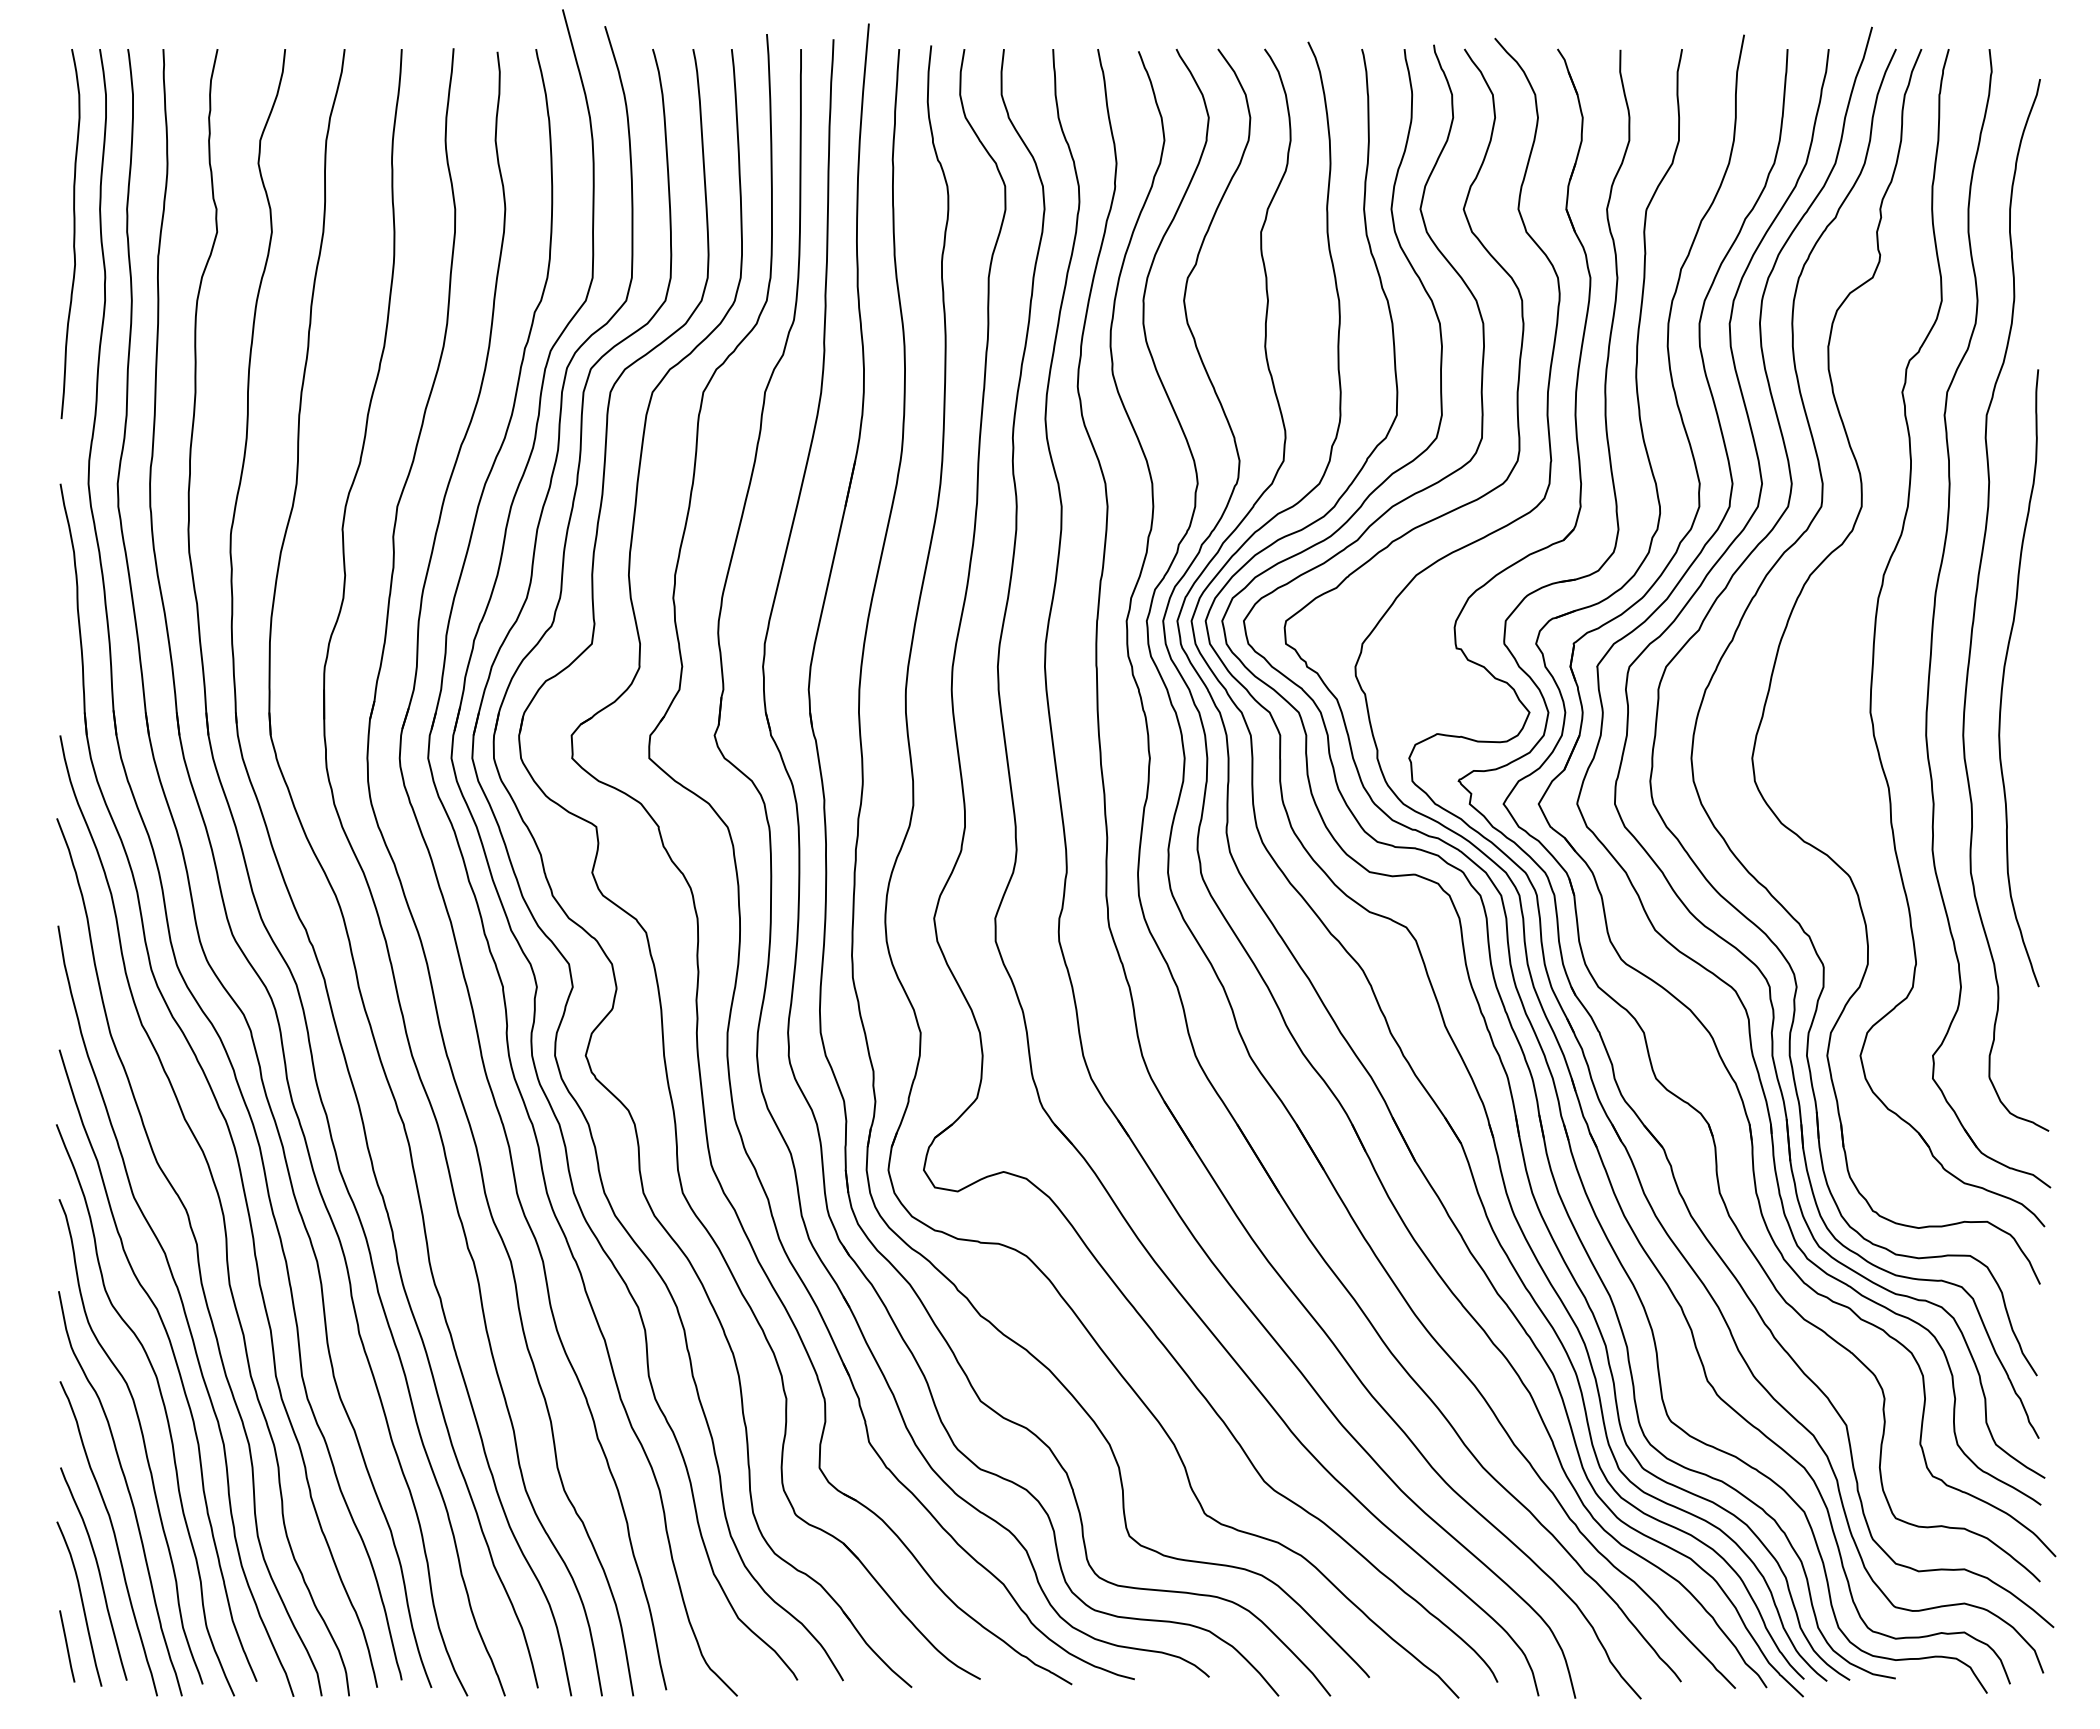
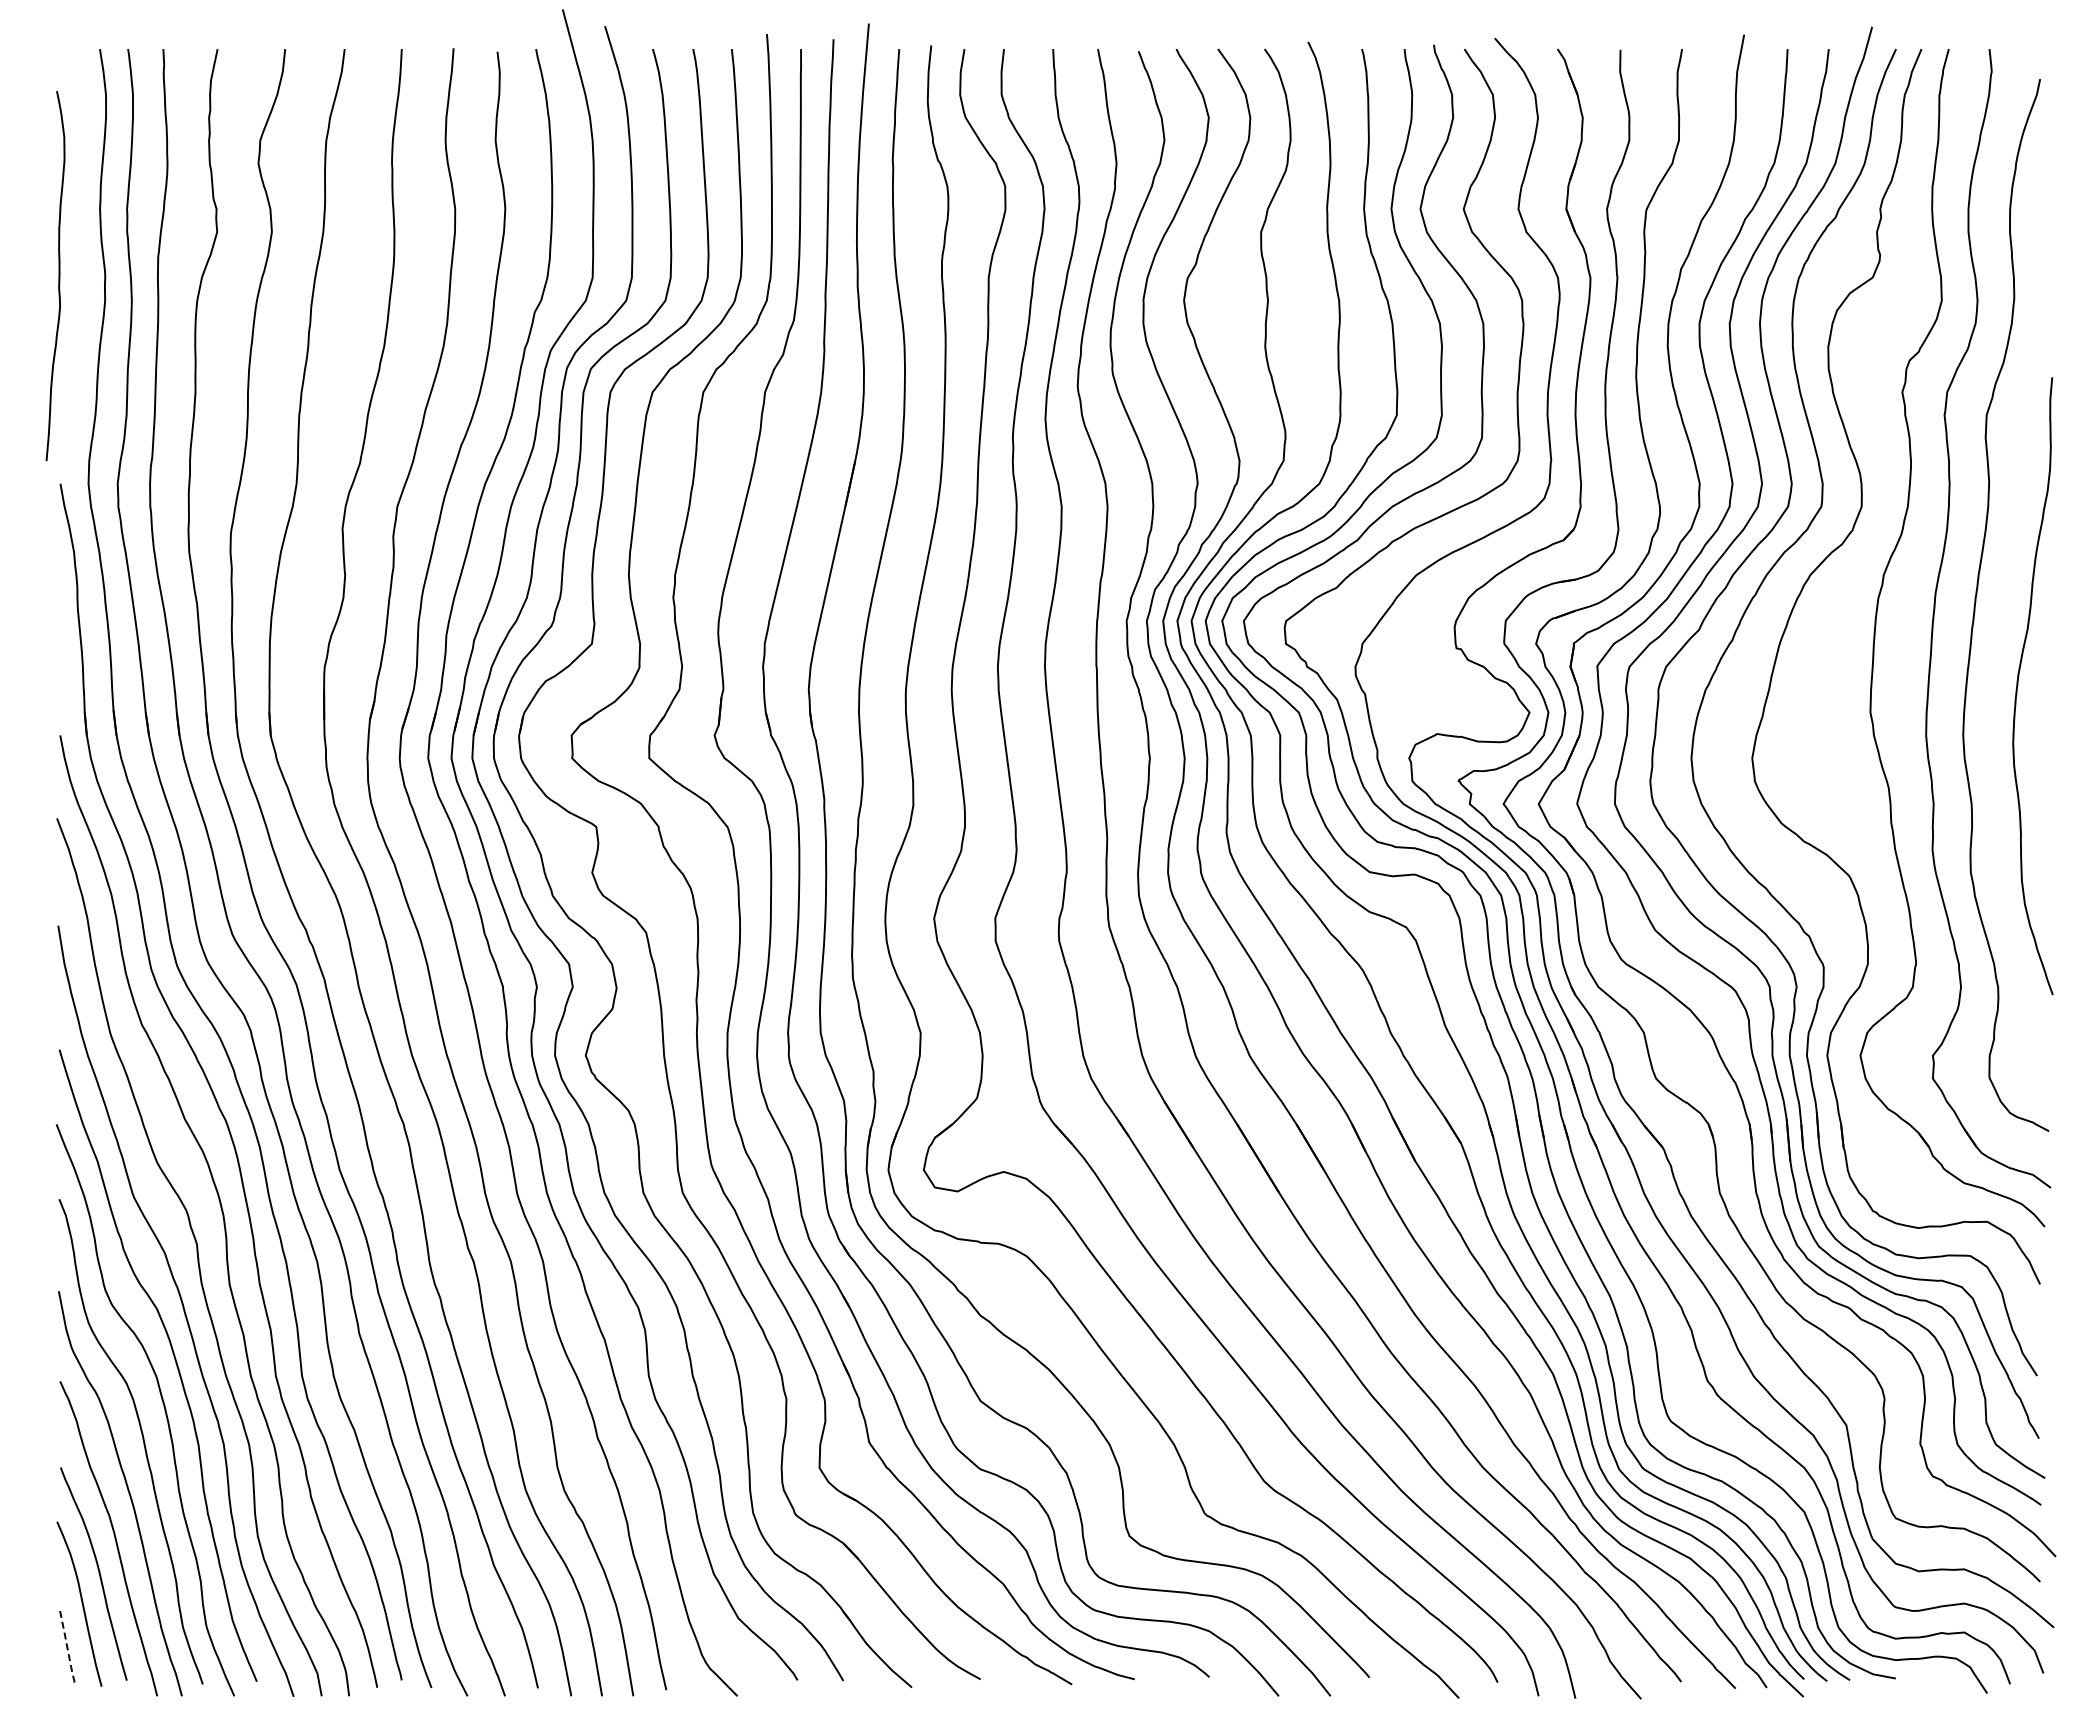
curve at (73, 233) position: (73, 233) -> (58, 275)
curve at (2004, 677) position: (2004, 677) -> (2018, 685)
line at (67, 1646): solid -> dashed
